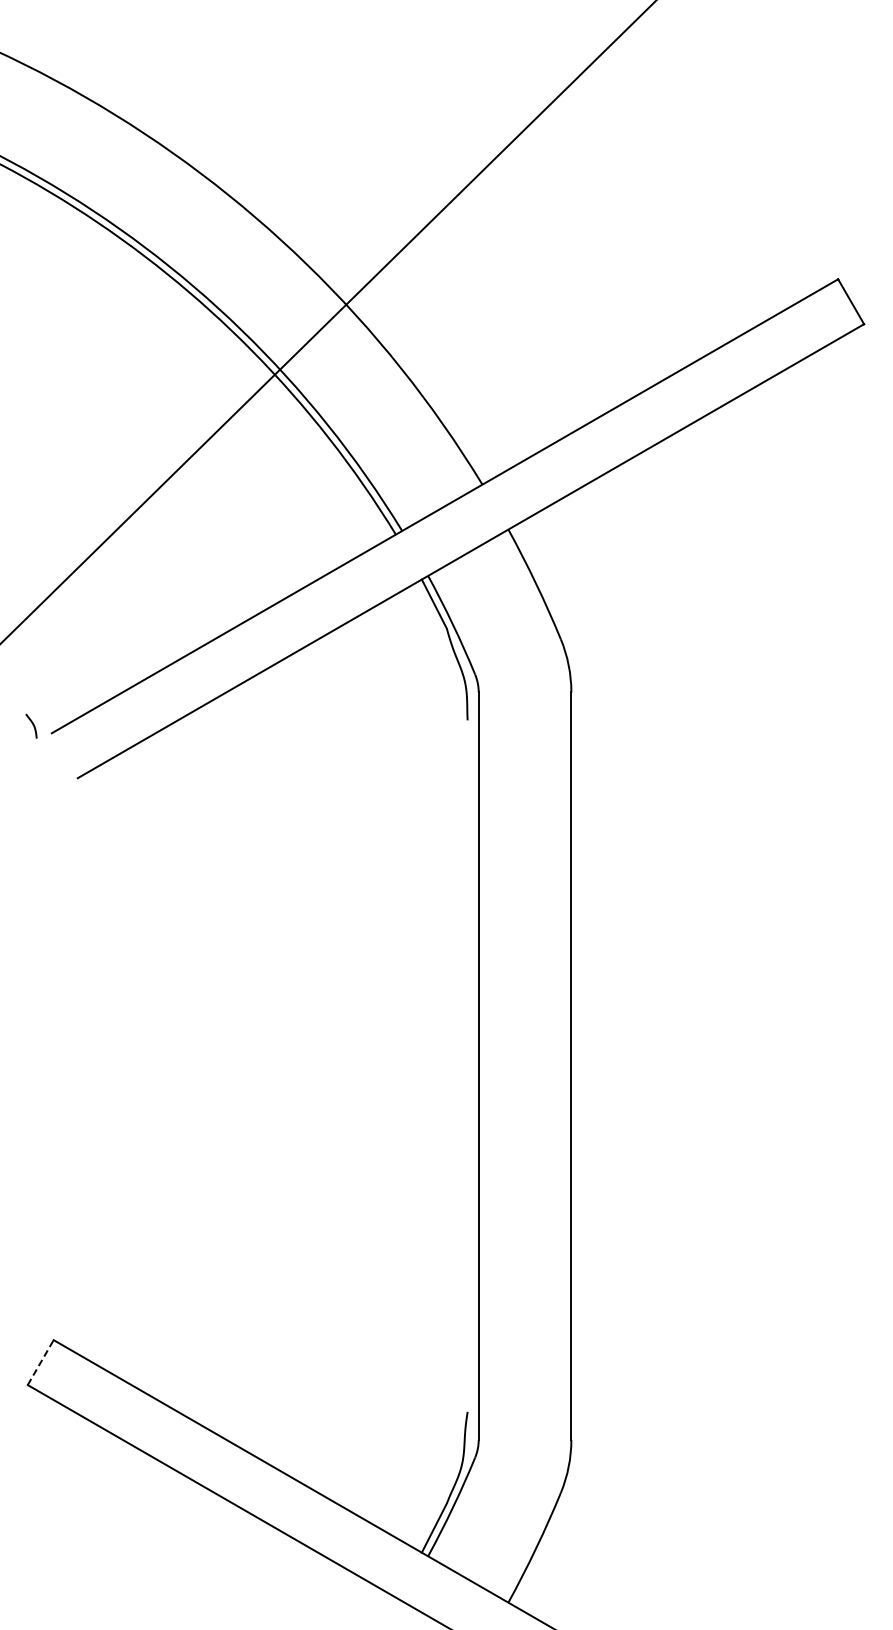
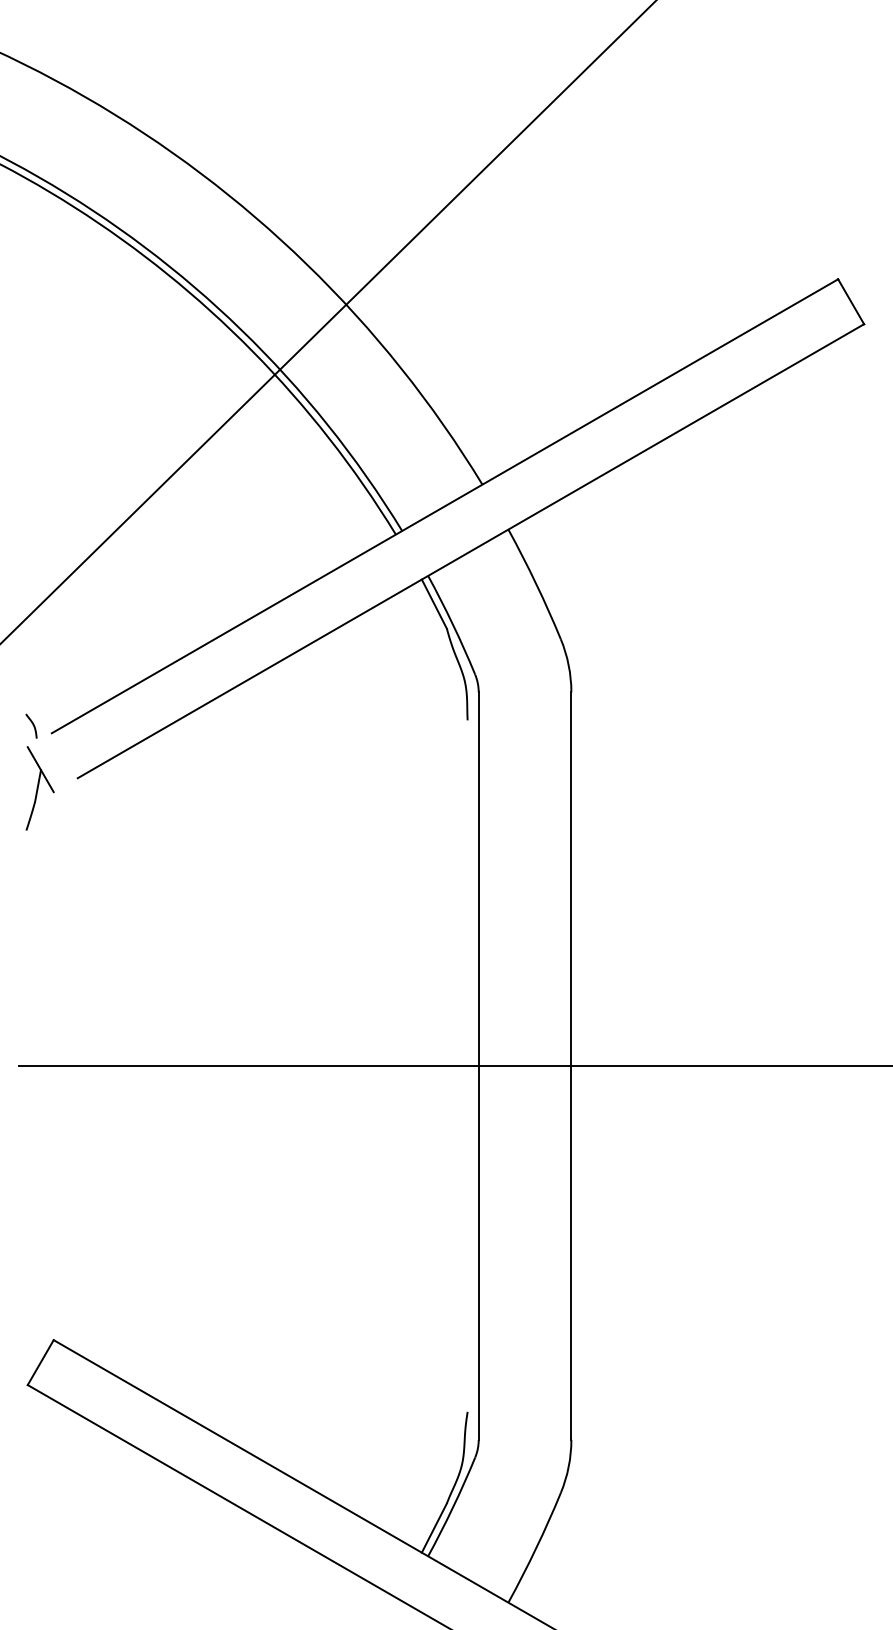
part at (39, 788): none -> present
line at (445, 1066): none -> present
line at (40, 1362): dashed -> solid
